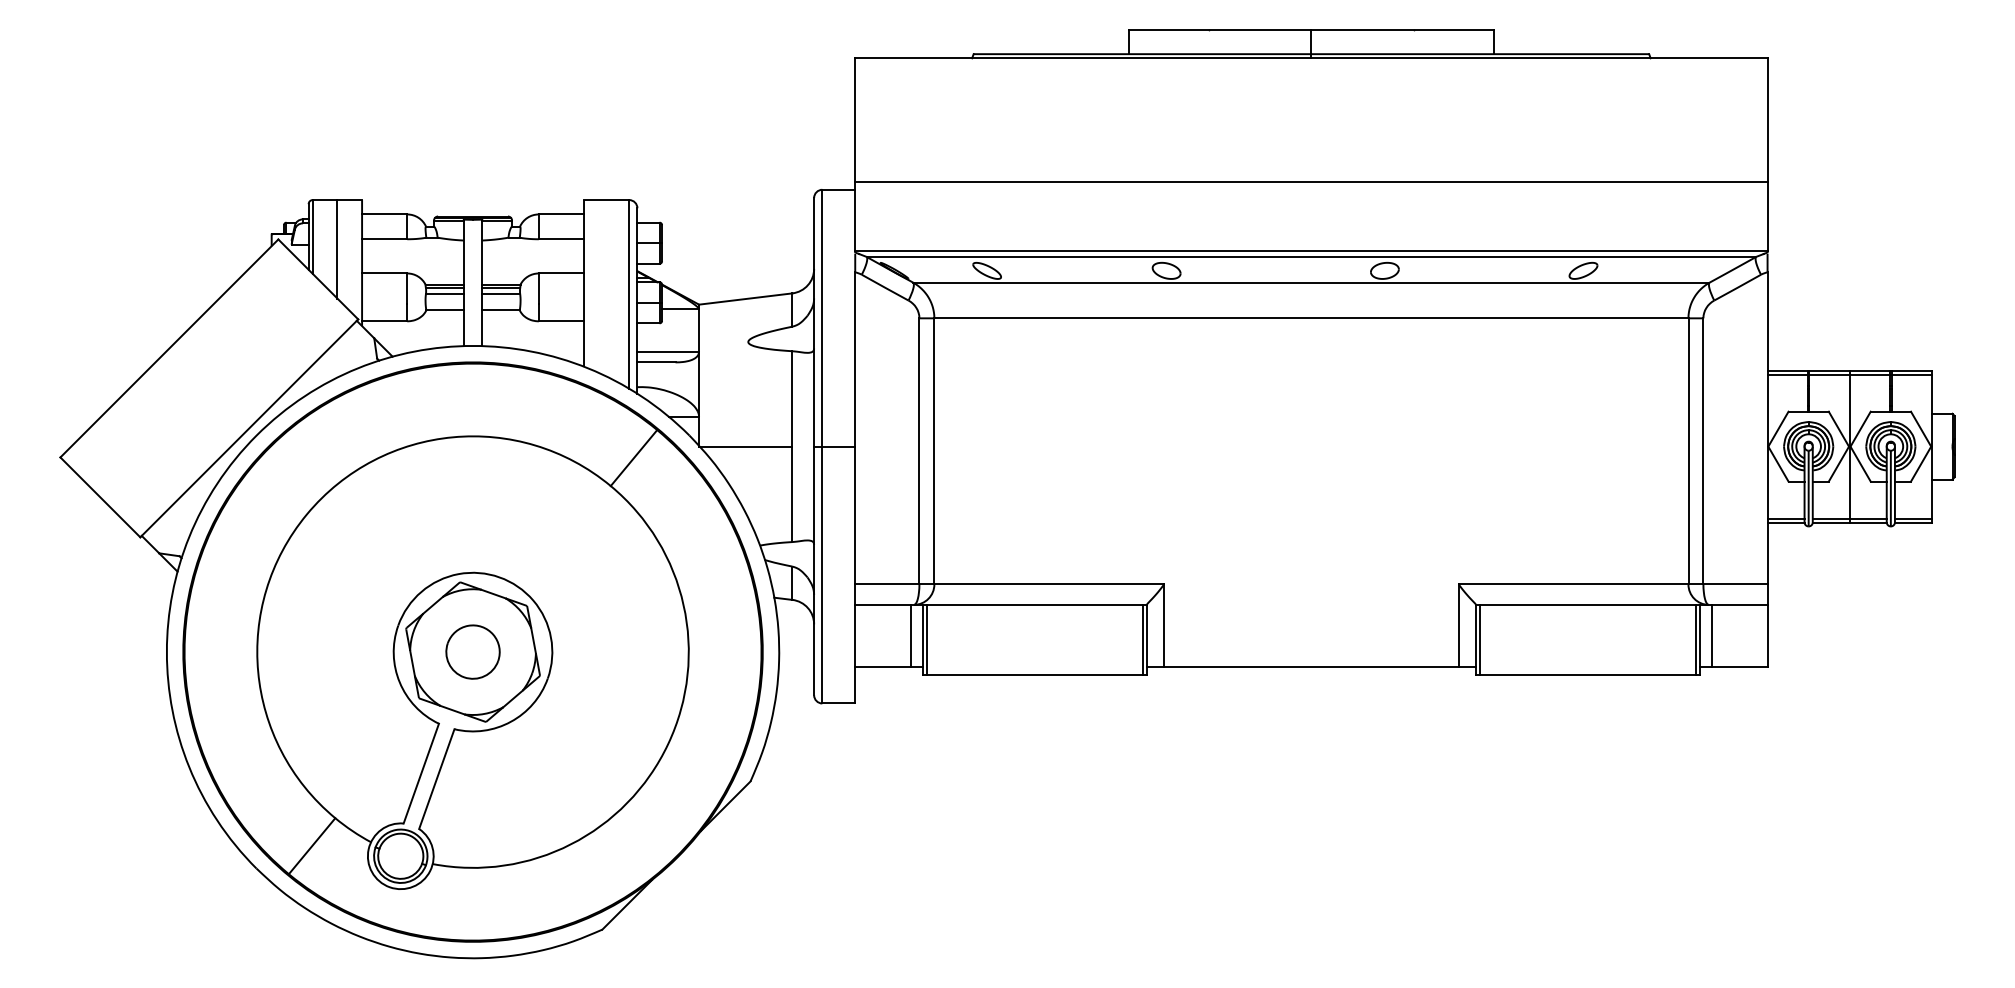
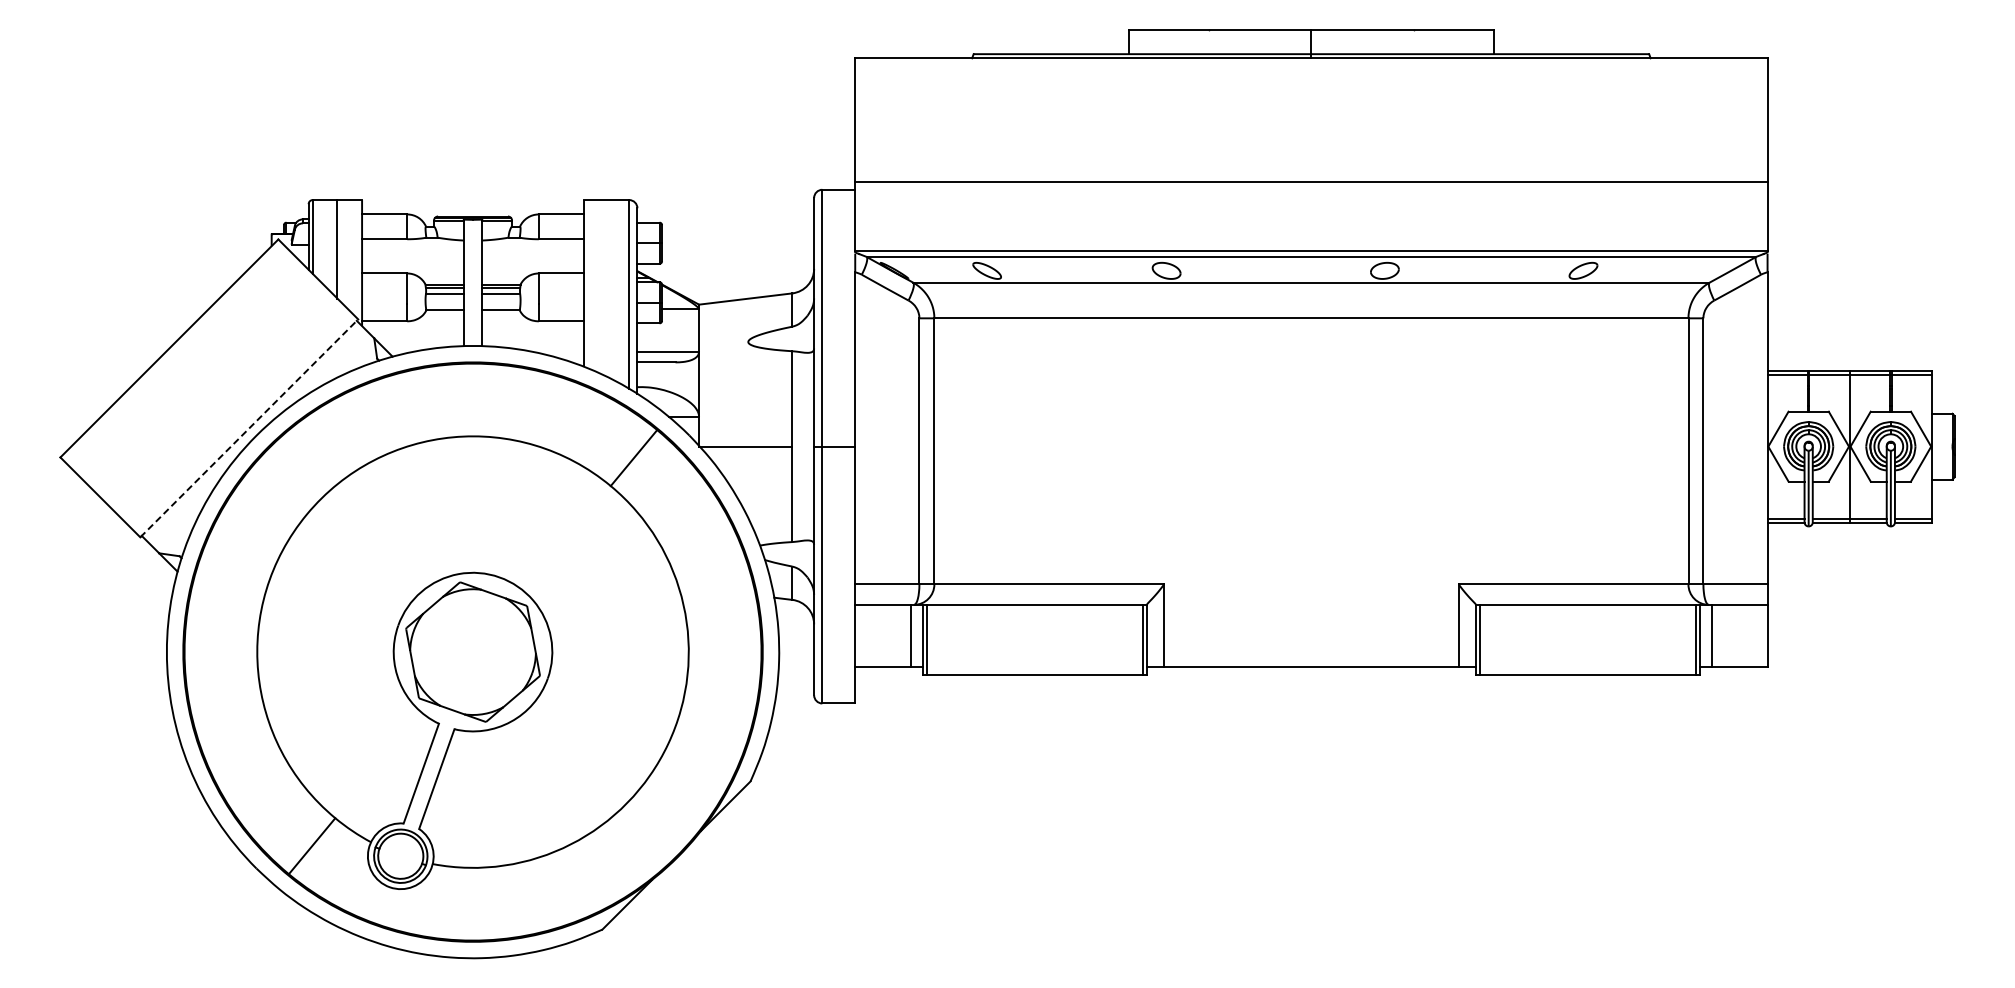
line at (249, 428): solid -> dashed
part at (472, 651): present -> none
